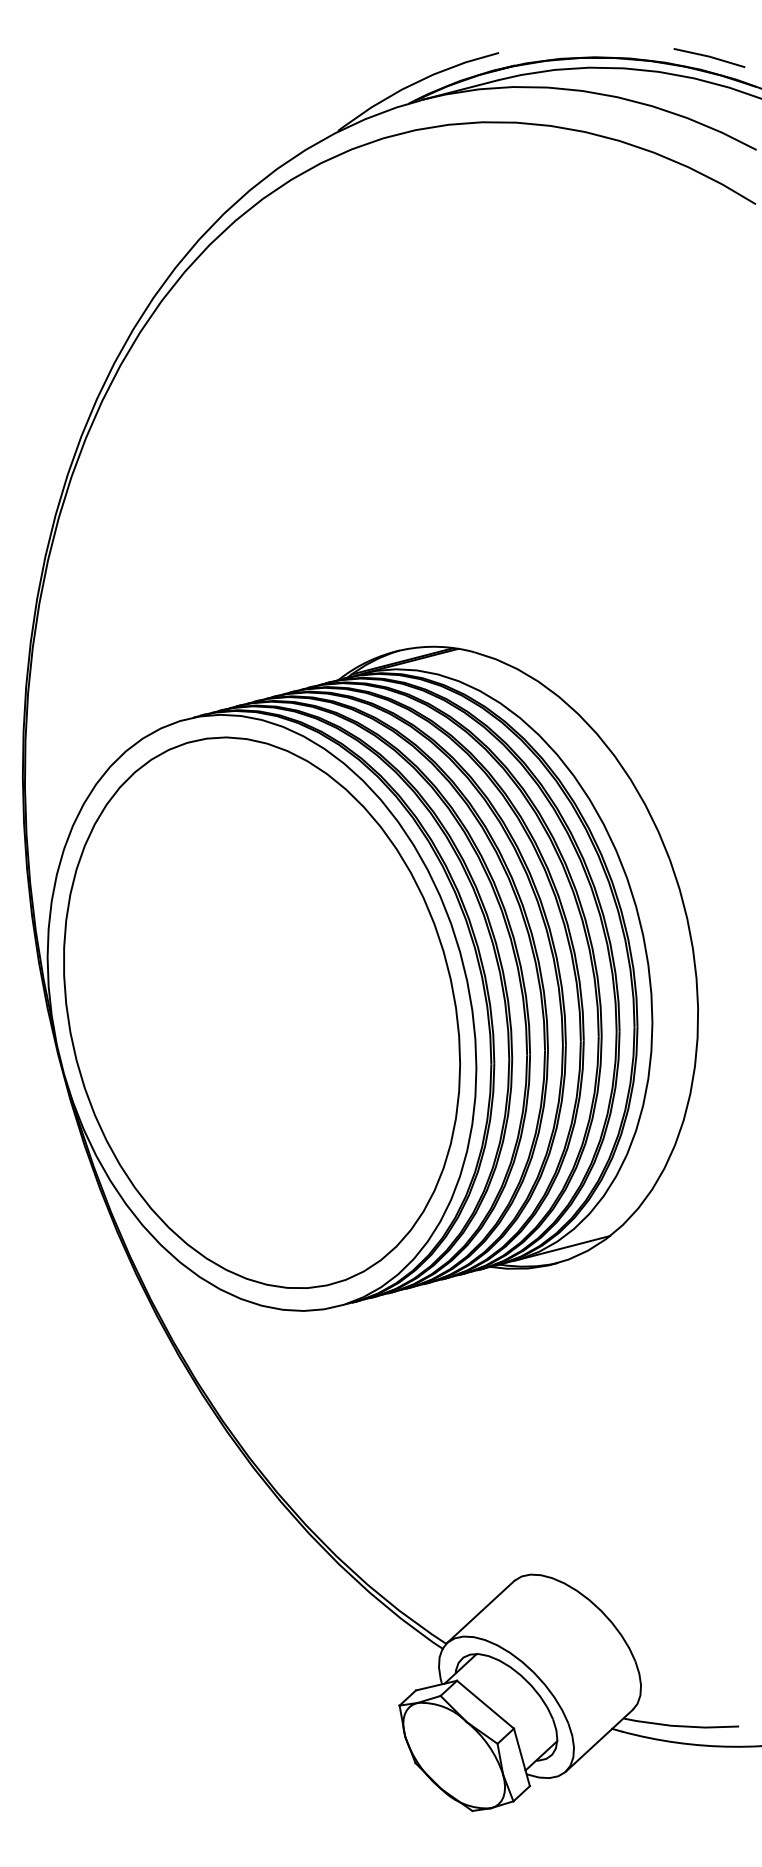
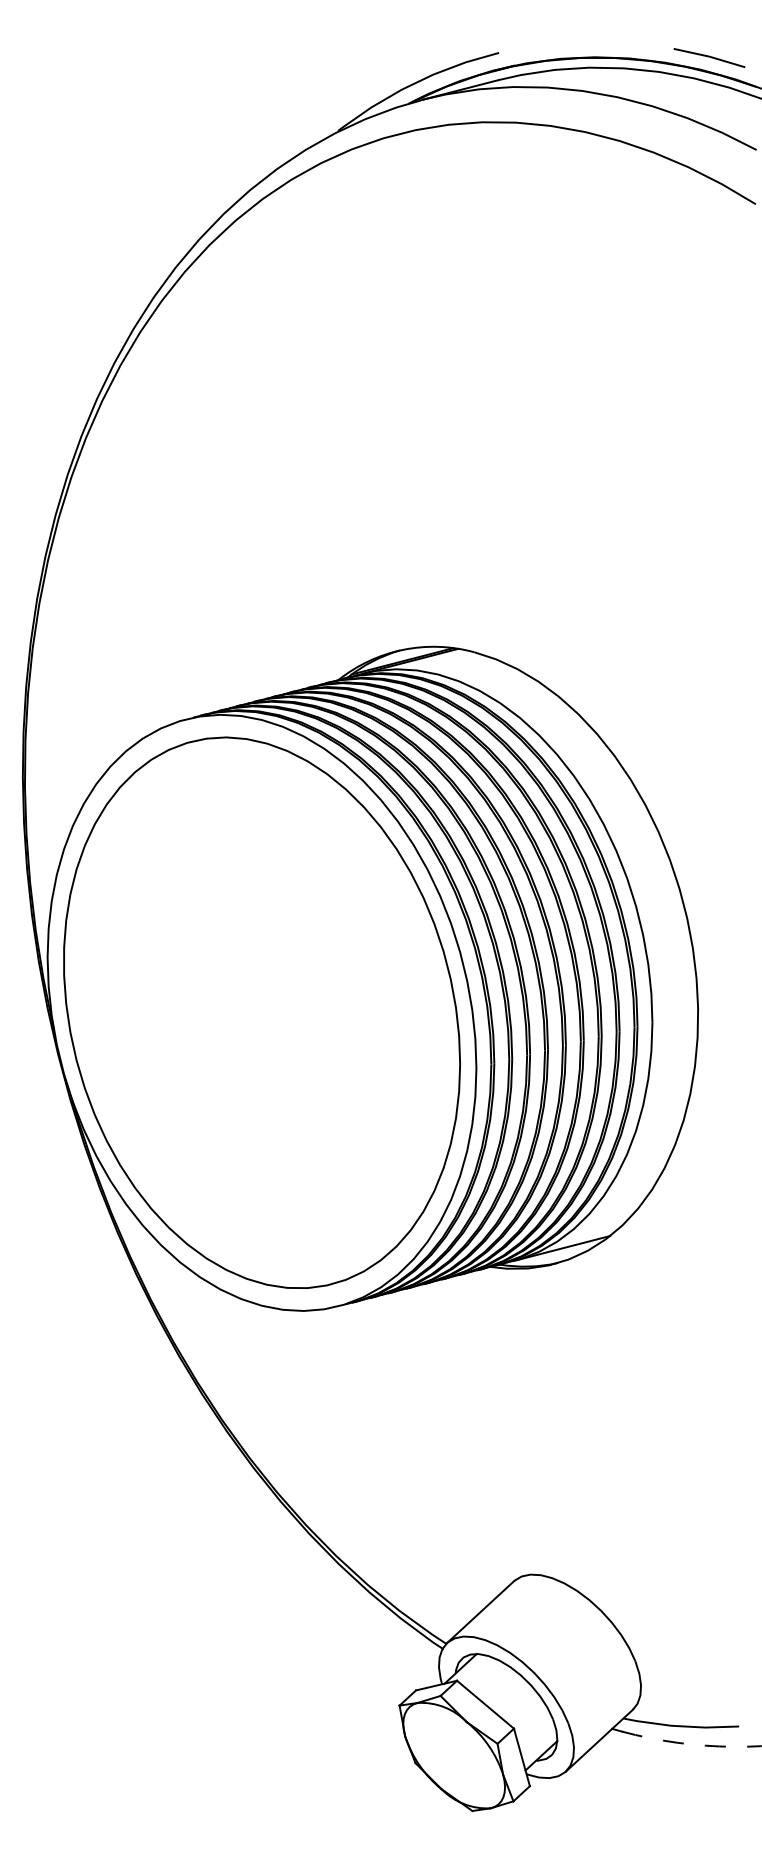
arc at (691, 1744): solid -> dashed
